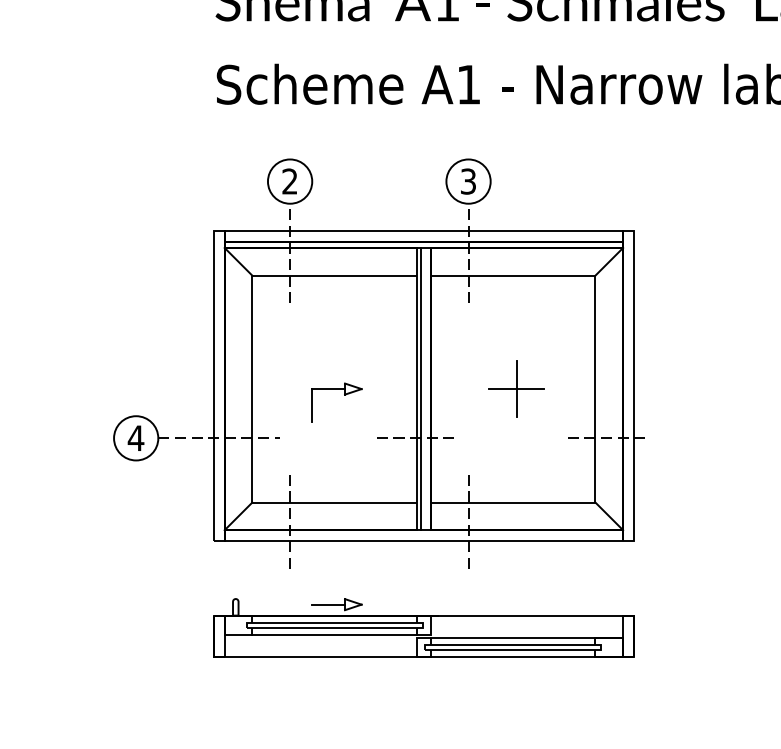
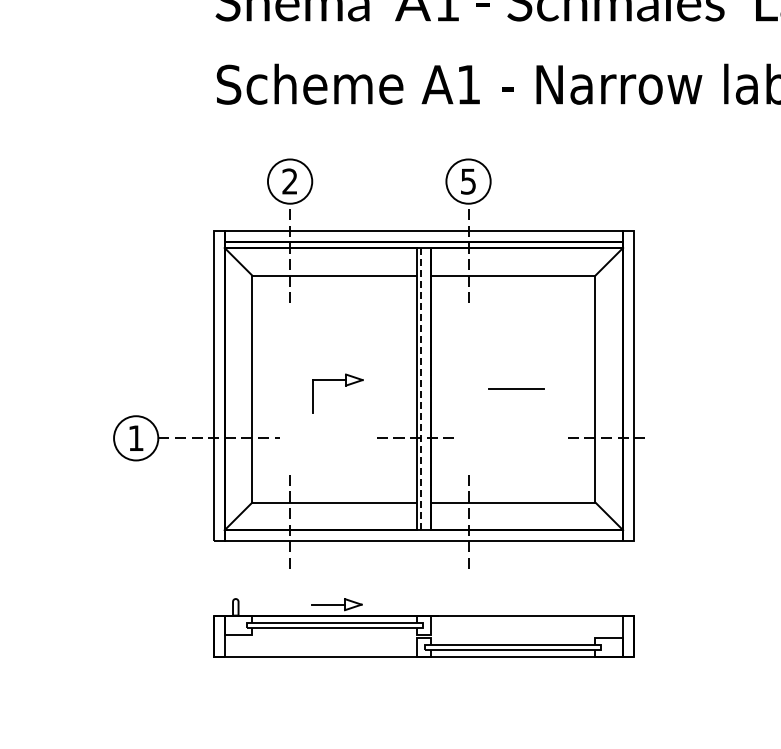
text at (468, 181): 3 -> 5
line at (421, 388): solid -> dashed
line at (516, 388): present -> none
part at (344, 395) position: (344, 395) -> (345, 386)
text at (135, 437): 4 -> 1
line at (334, 634): present -> none
line at (526, 637): present -> none
